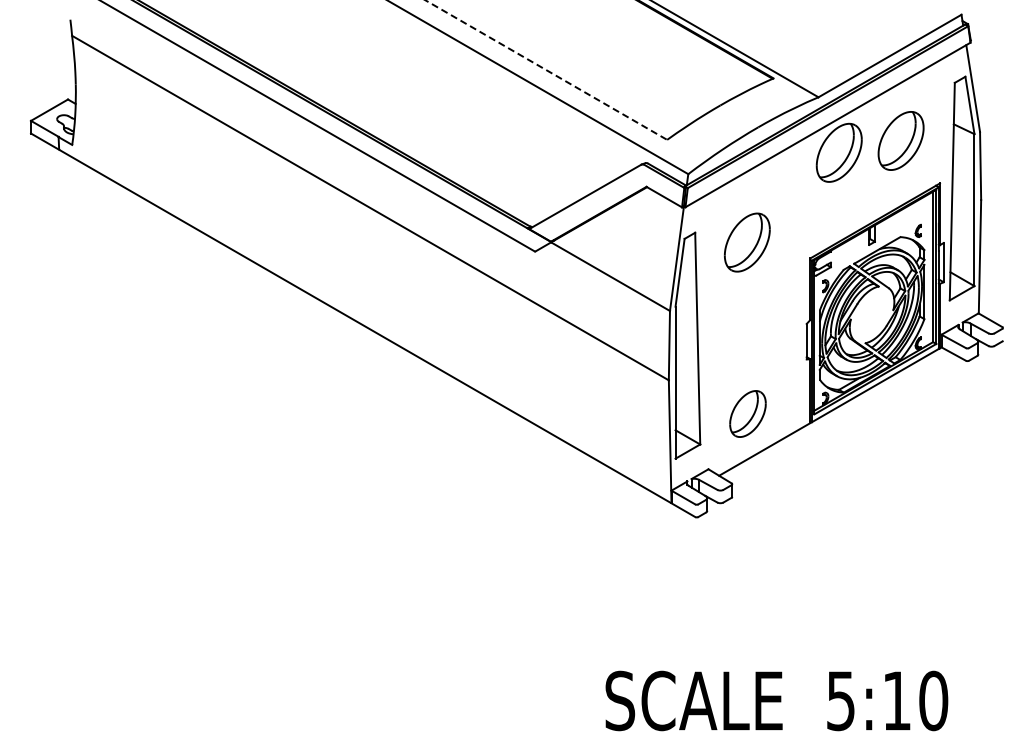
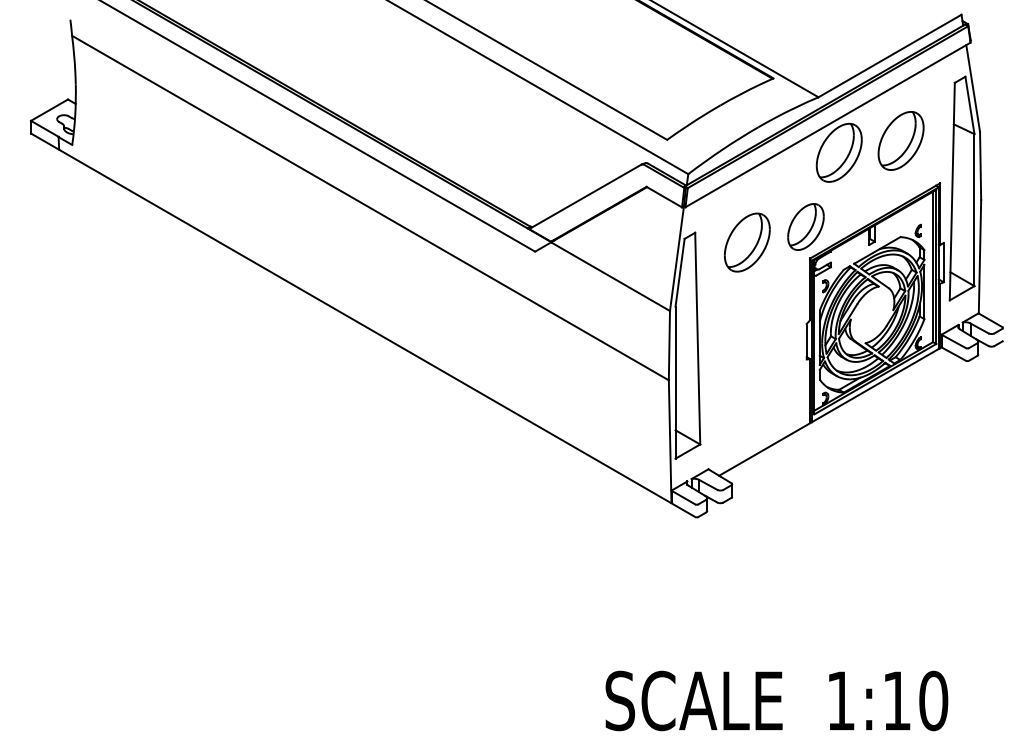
line at (546, 69): dashed -> solid
part at (747, 413) position: (747, 413) -> (805, 226)
text at (840, 701): 5:10 -> 1:10
